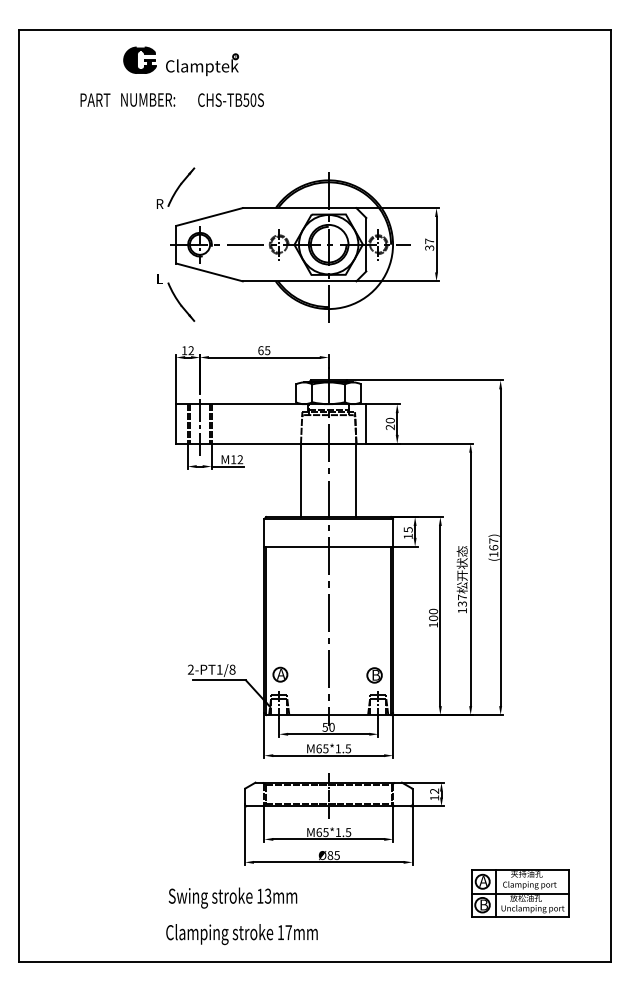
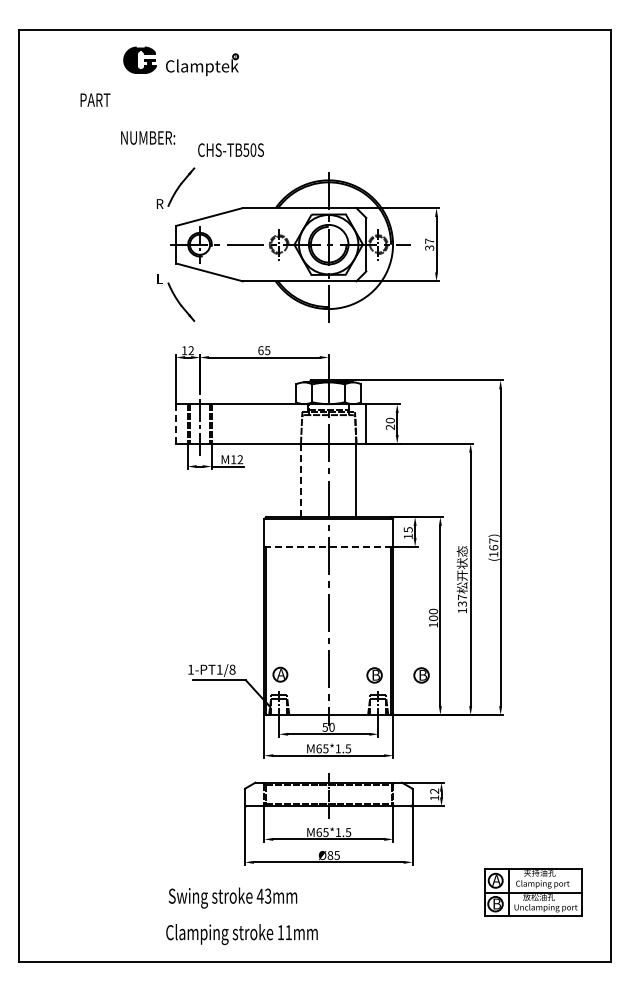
text at (148, 99) position: (148, 99) -> (148, 137)
text at (230, 99) position: (230, 99) -> (230, 149)
line at (176, 424): solid -> dashed
line at (300, 480): solid -> dashed
line at (329, 546): solid -> dashed
text at (190, 669): 2-PT1/8 -> 1-PT1/8
part at (421, 675): none -> present
part at (520, 893) position: (520, 893) -> (533, 892)
text at (259, 895): 13mm -> 43mm
text at (288, 932): 17mm -> 11mm
